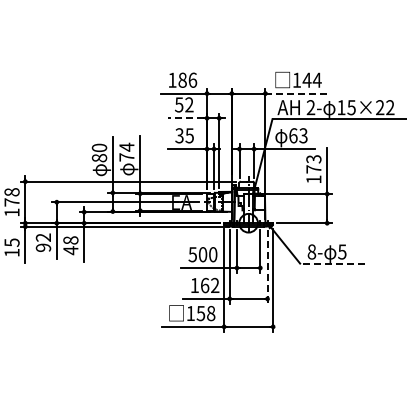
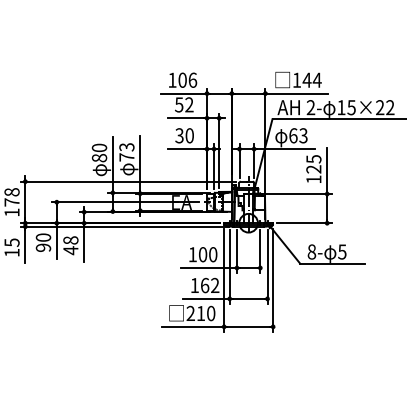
text at (182, 80): 186 -> 106
line at (297, 93): dashed -> solid
line at (185, 118): dashed -> solid
text at (189, 135): 35 -> 30
text at (126, 146): 74 -> 73
text at (313, 164): 173 -> 125
text at (43, 237): 92 -> 90
text at (192, 254): 500 -> 100
line at (332, 263): dashed -> solid
line at (267, 266): dashed -> solid
text at (200, 313): 158 -> 210
